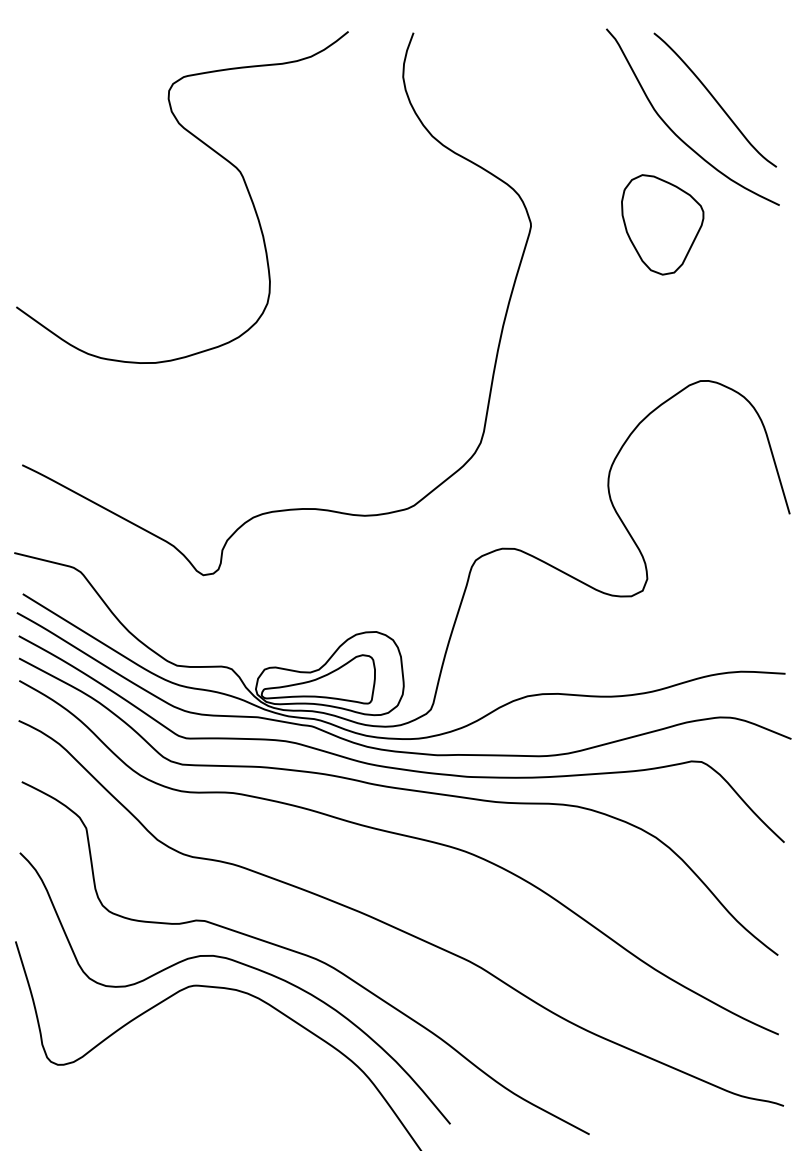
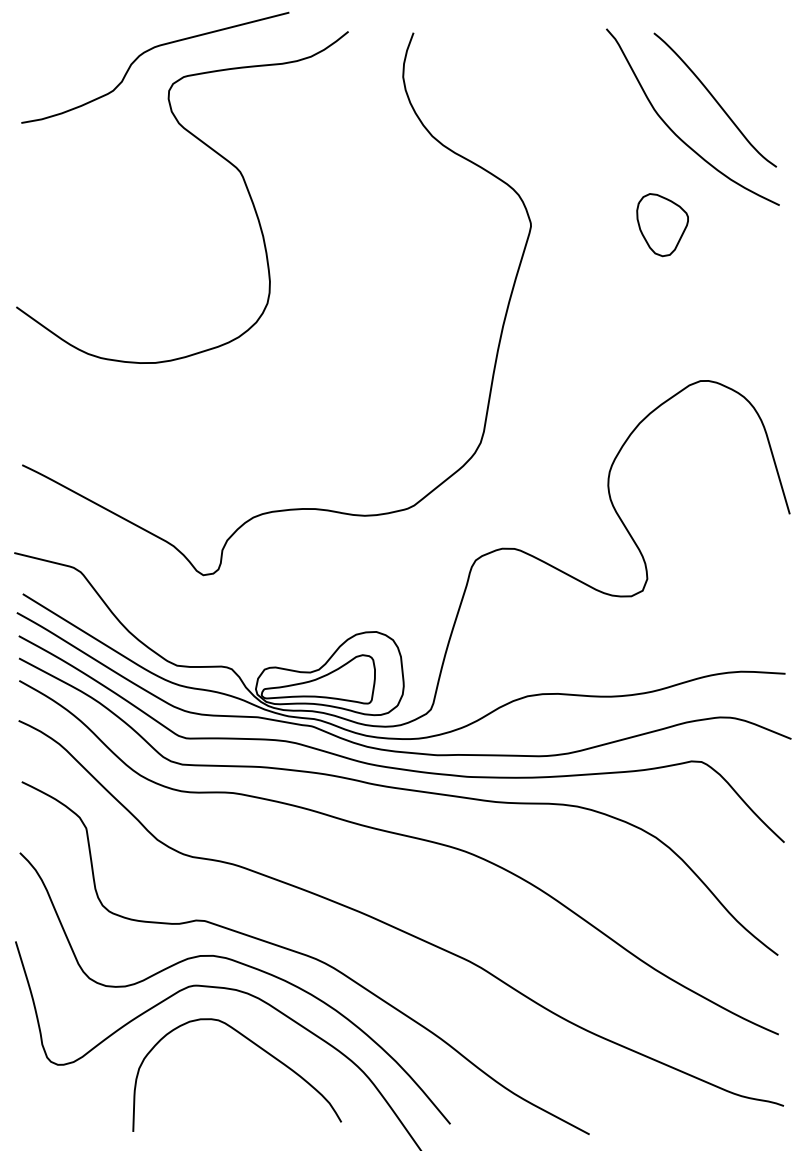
curve at (148, 51): none -> present
part at (662, 224) size: 84x102 px -> 53x65 px
curve at (255, 1045): none -> present
